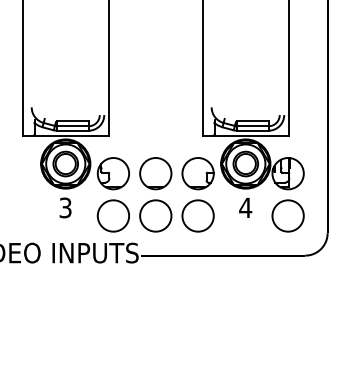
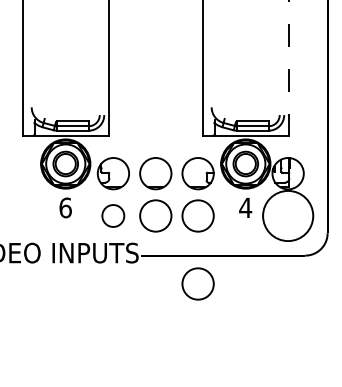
line at (289, 68): solid -> dashed
text at (65, 207): 3 -> 6
circle at (112, 215) size: 34x34 px -> 25x24 px
circle at (287, 215) diameter: 31 px -> 50 px
circle at (197, 283): none -> present
